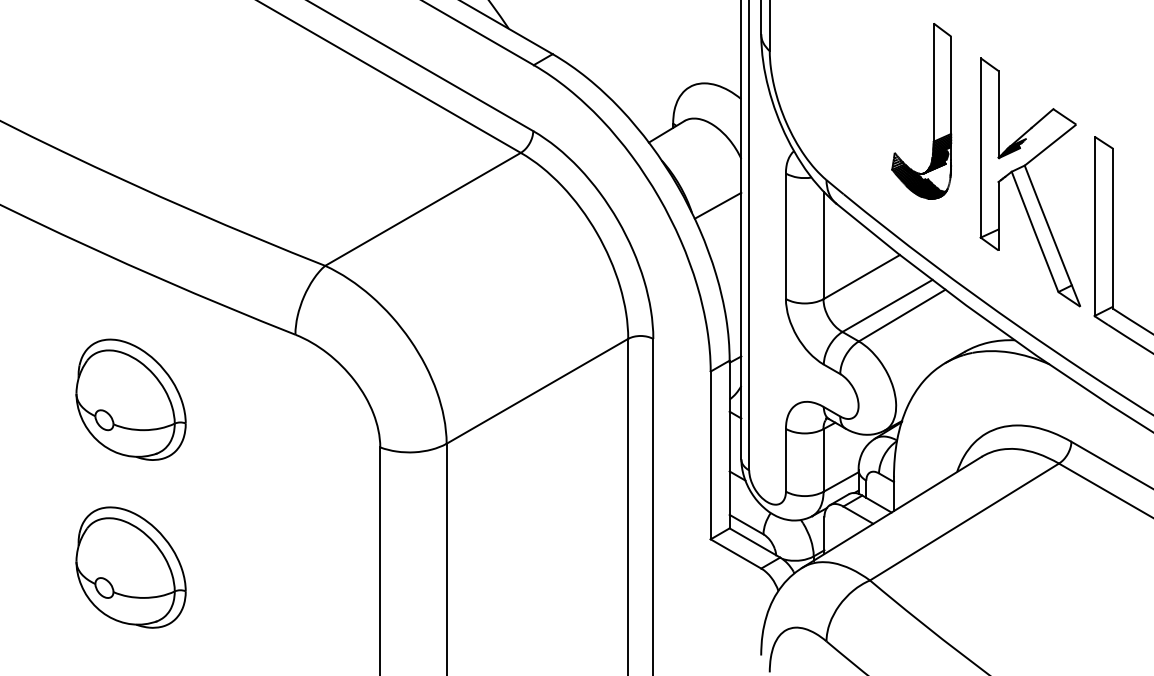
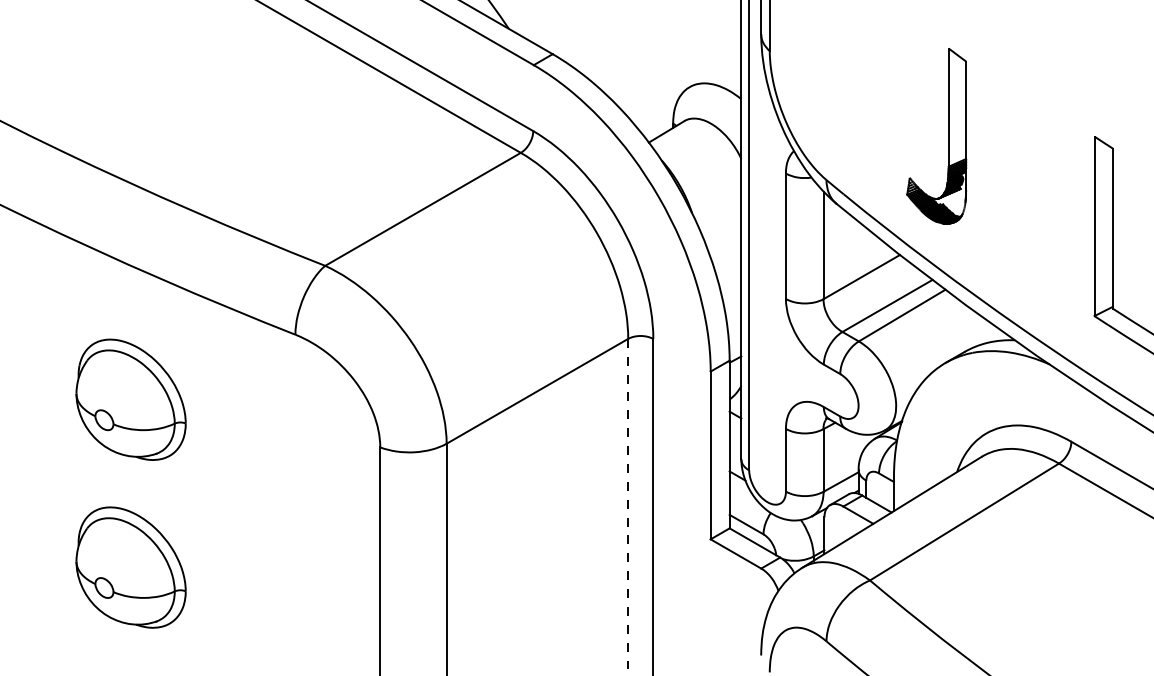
part at (933, 111) position: (933, 111) -> (948, 136)
part at (1030, 182): present -> none
line at (717, 205): present -> none
line at (628, 507): solid -> dashed
